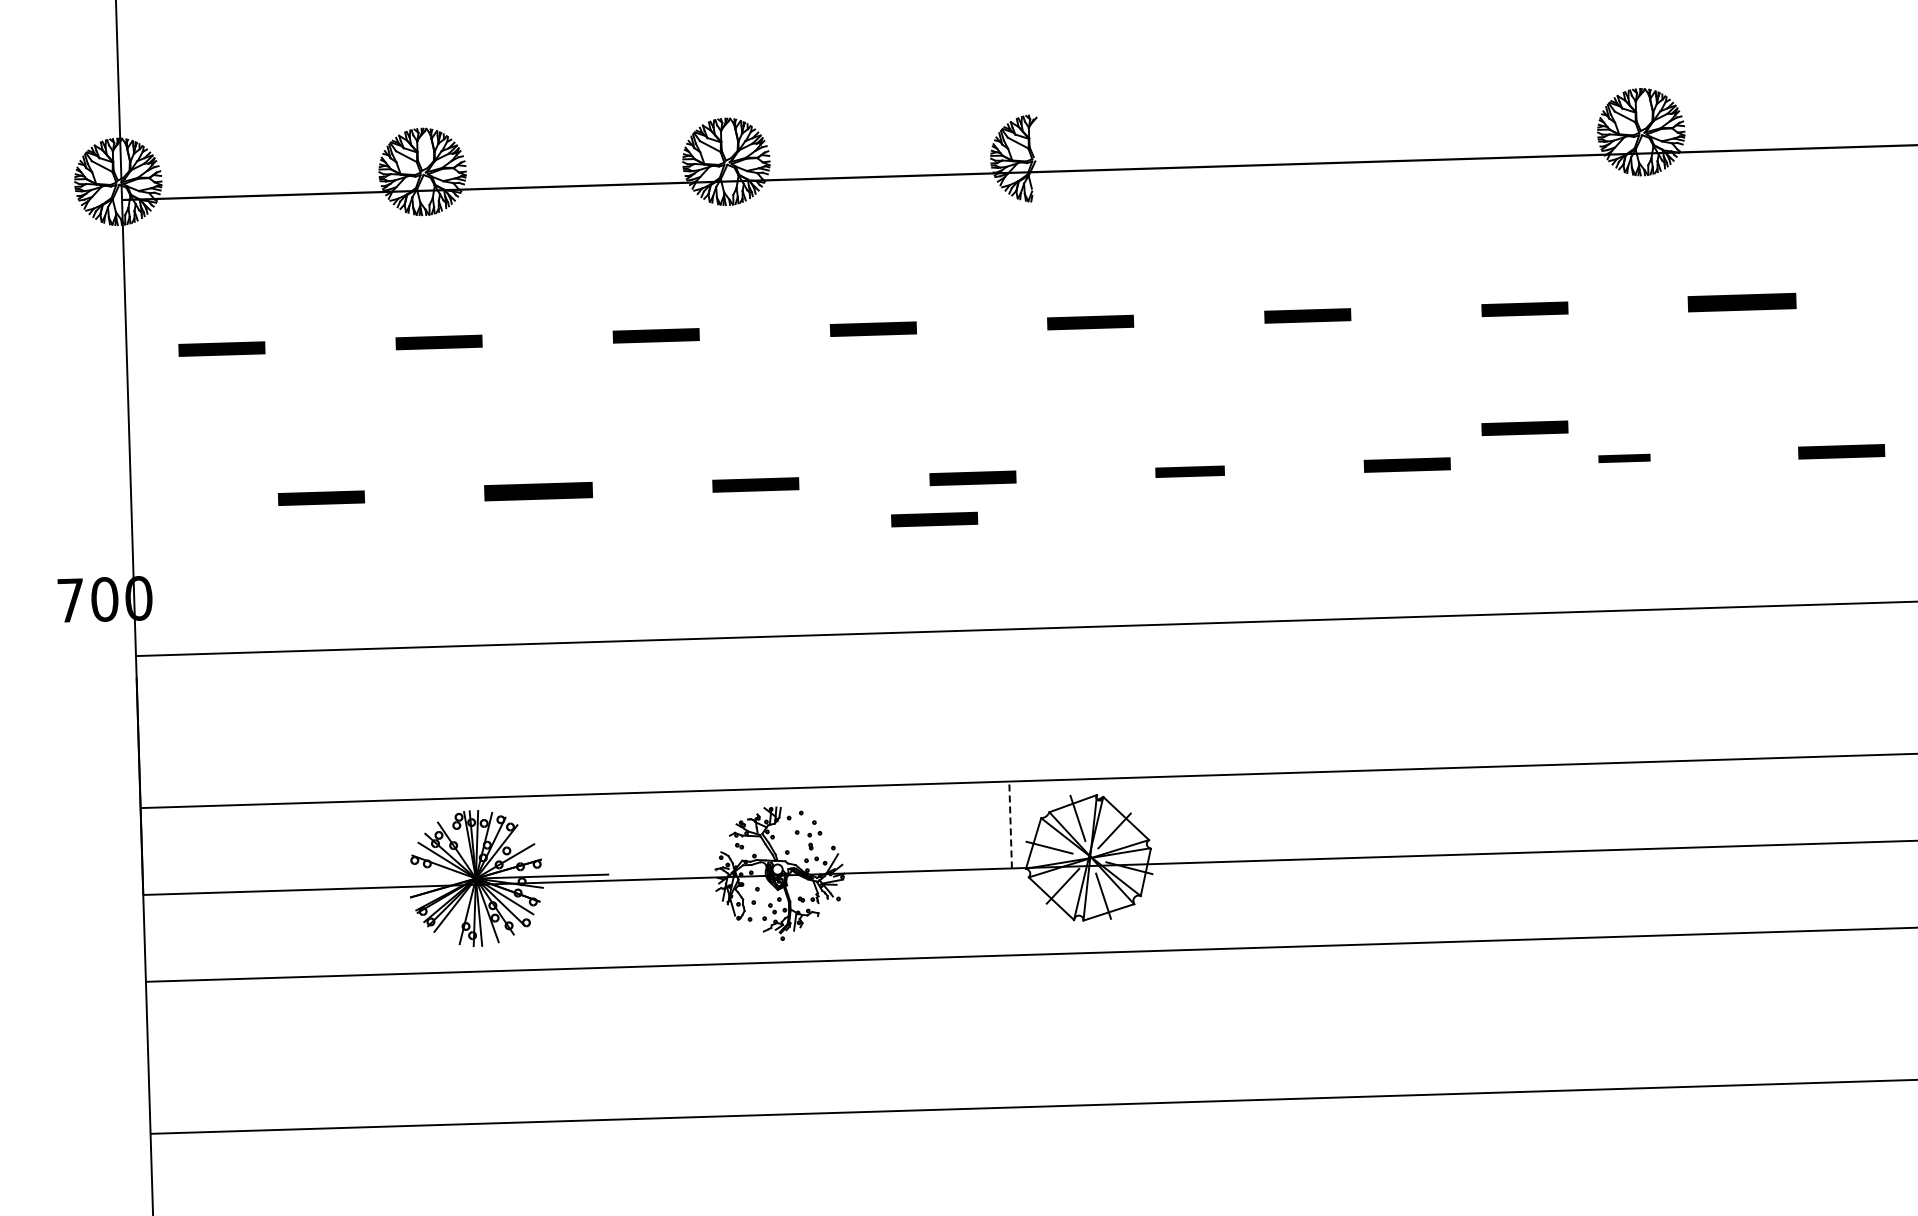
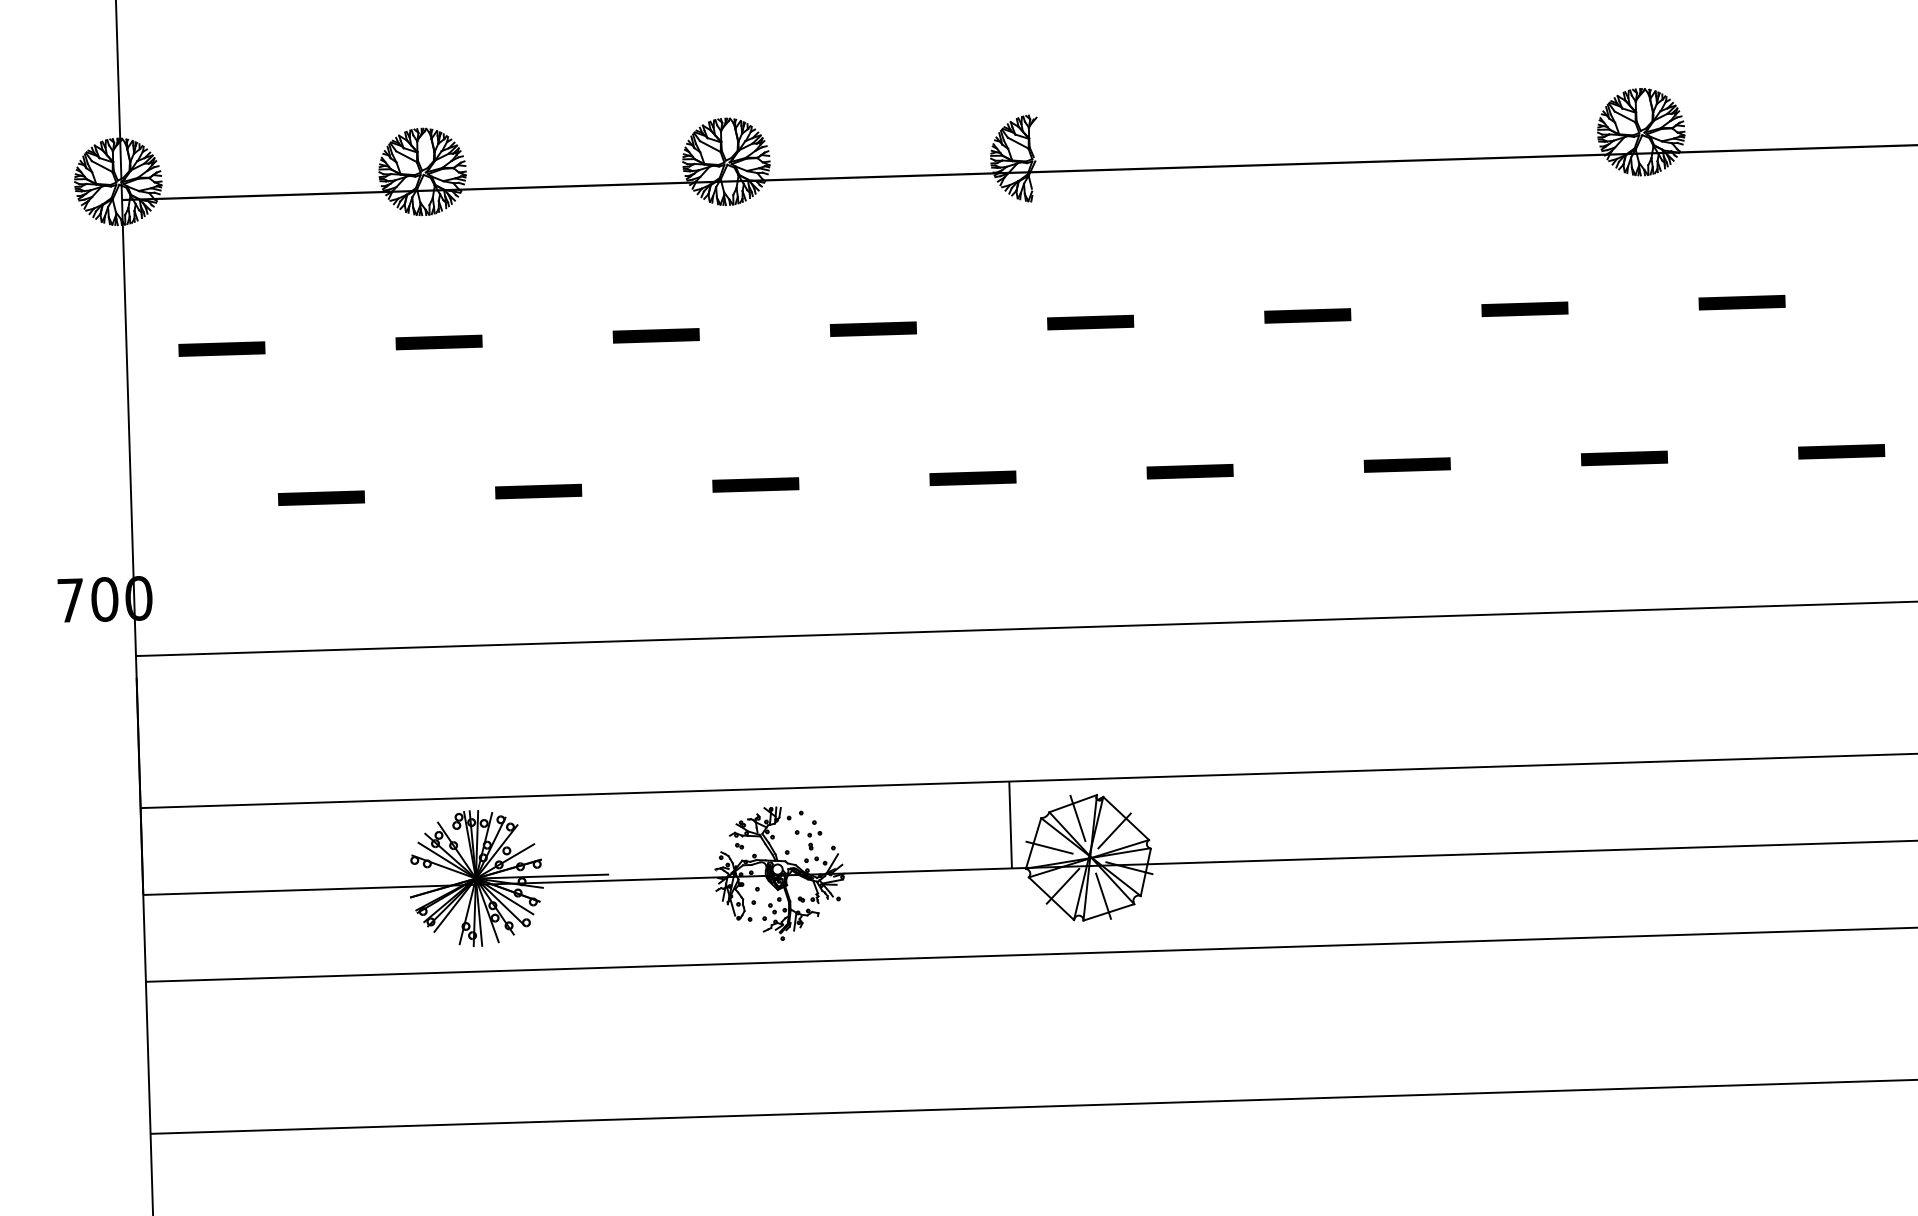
part at (1741, 302) size: 110x21 px -> 88x16 px
part at (1524, 428): present -> none
part at (1624, 458) size: 53x11 px -> 87x17 px
part at (1189, 471) size: 70x13 px -> 88x16 px
part at (538, 491) size: 109x21 px -> 88x17 px
part at (934, 519): present -> none
line at (1010, 824): dashed -> solid
